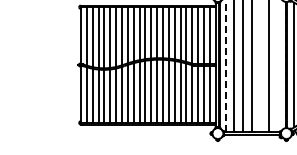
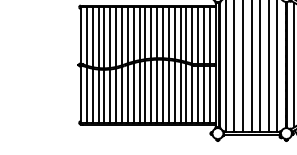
line at (225, 66): dashed -> solid
line at (260, 67): none -> present
line at (277, 67): none -> present
